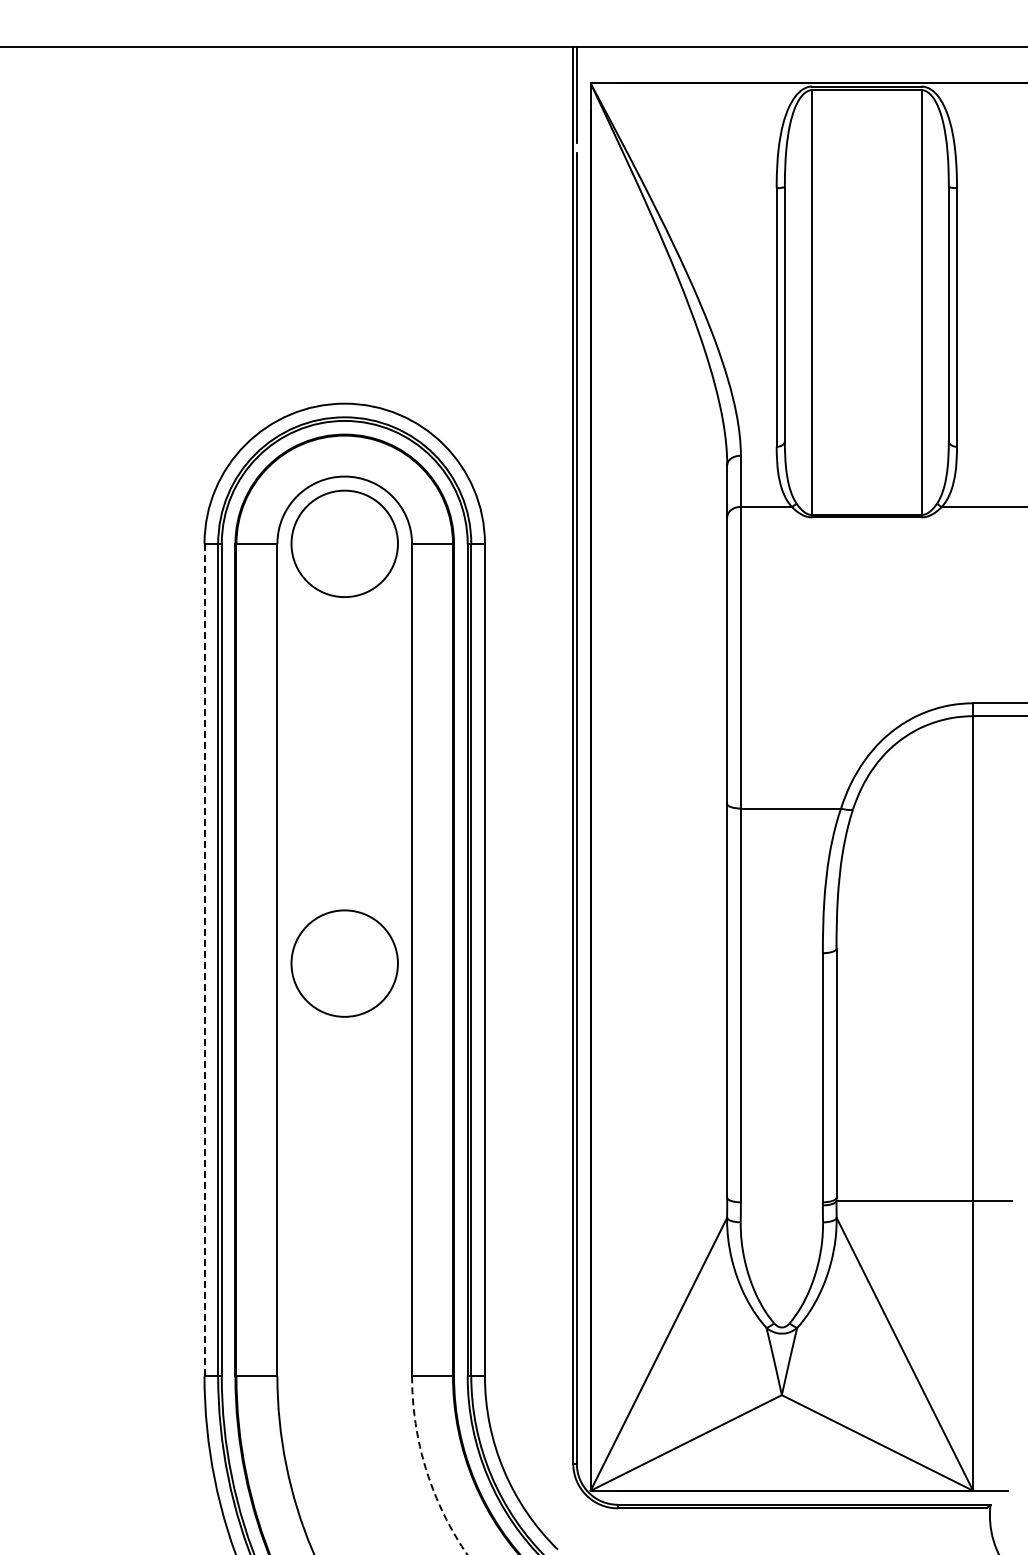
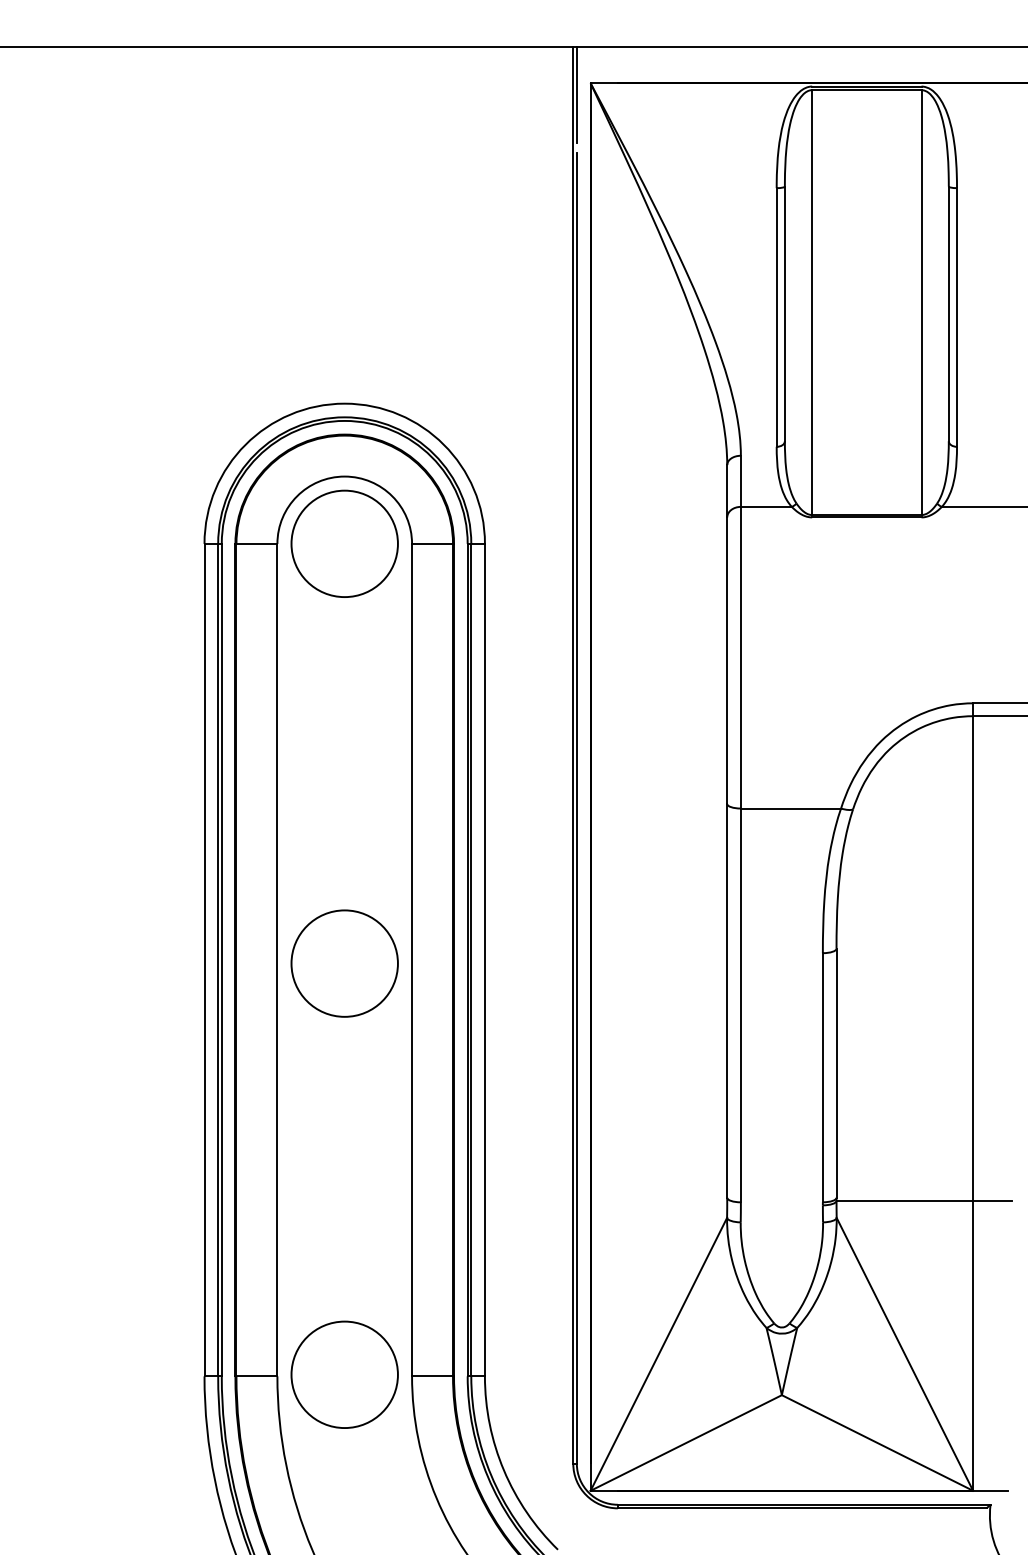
line at (204, 960): dashed -> solid
circle at (344, 1374): none -> present
arc at (426, 1469): dashed -> solid
